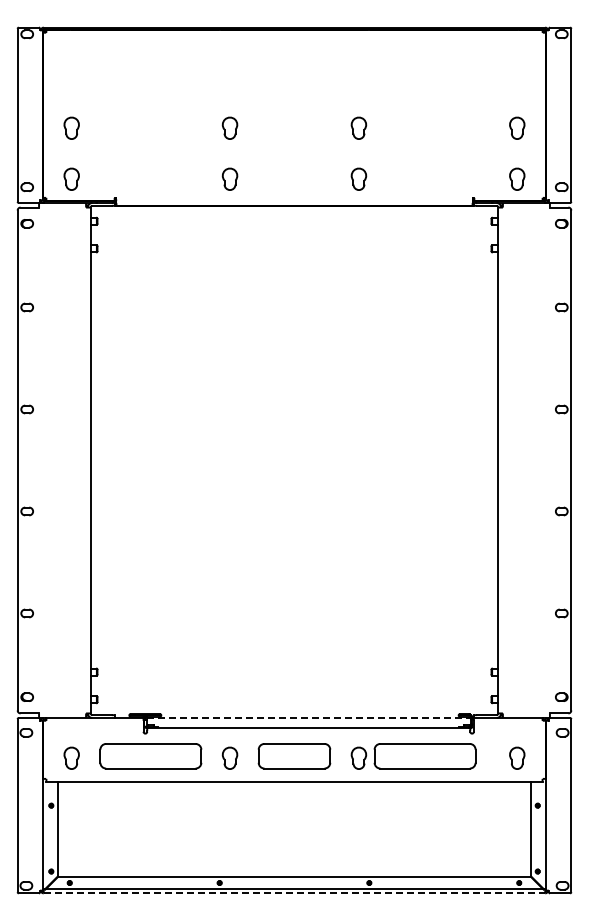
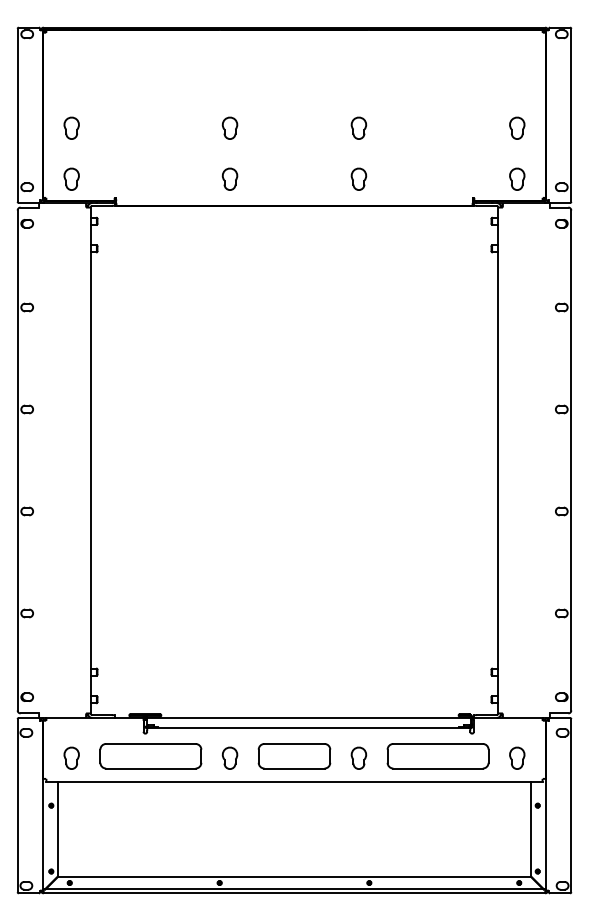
line at (309, 718): dashed -> solid
part at (424, 756) position: (424, 756) -> (437, 756)
line at (294, 893): dashed -> solid
